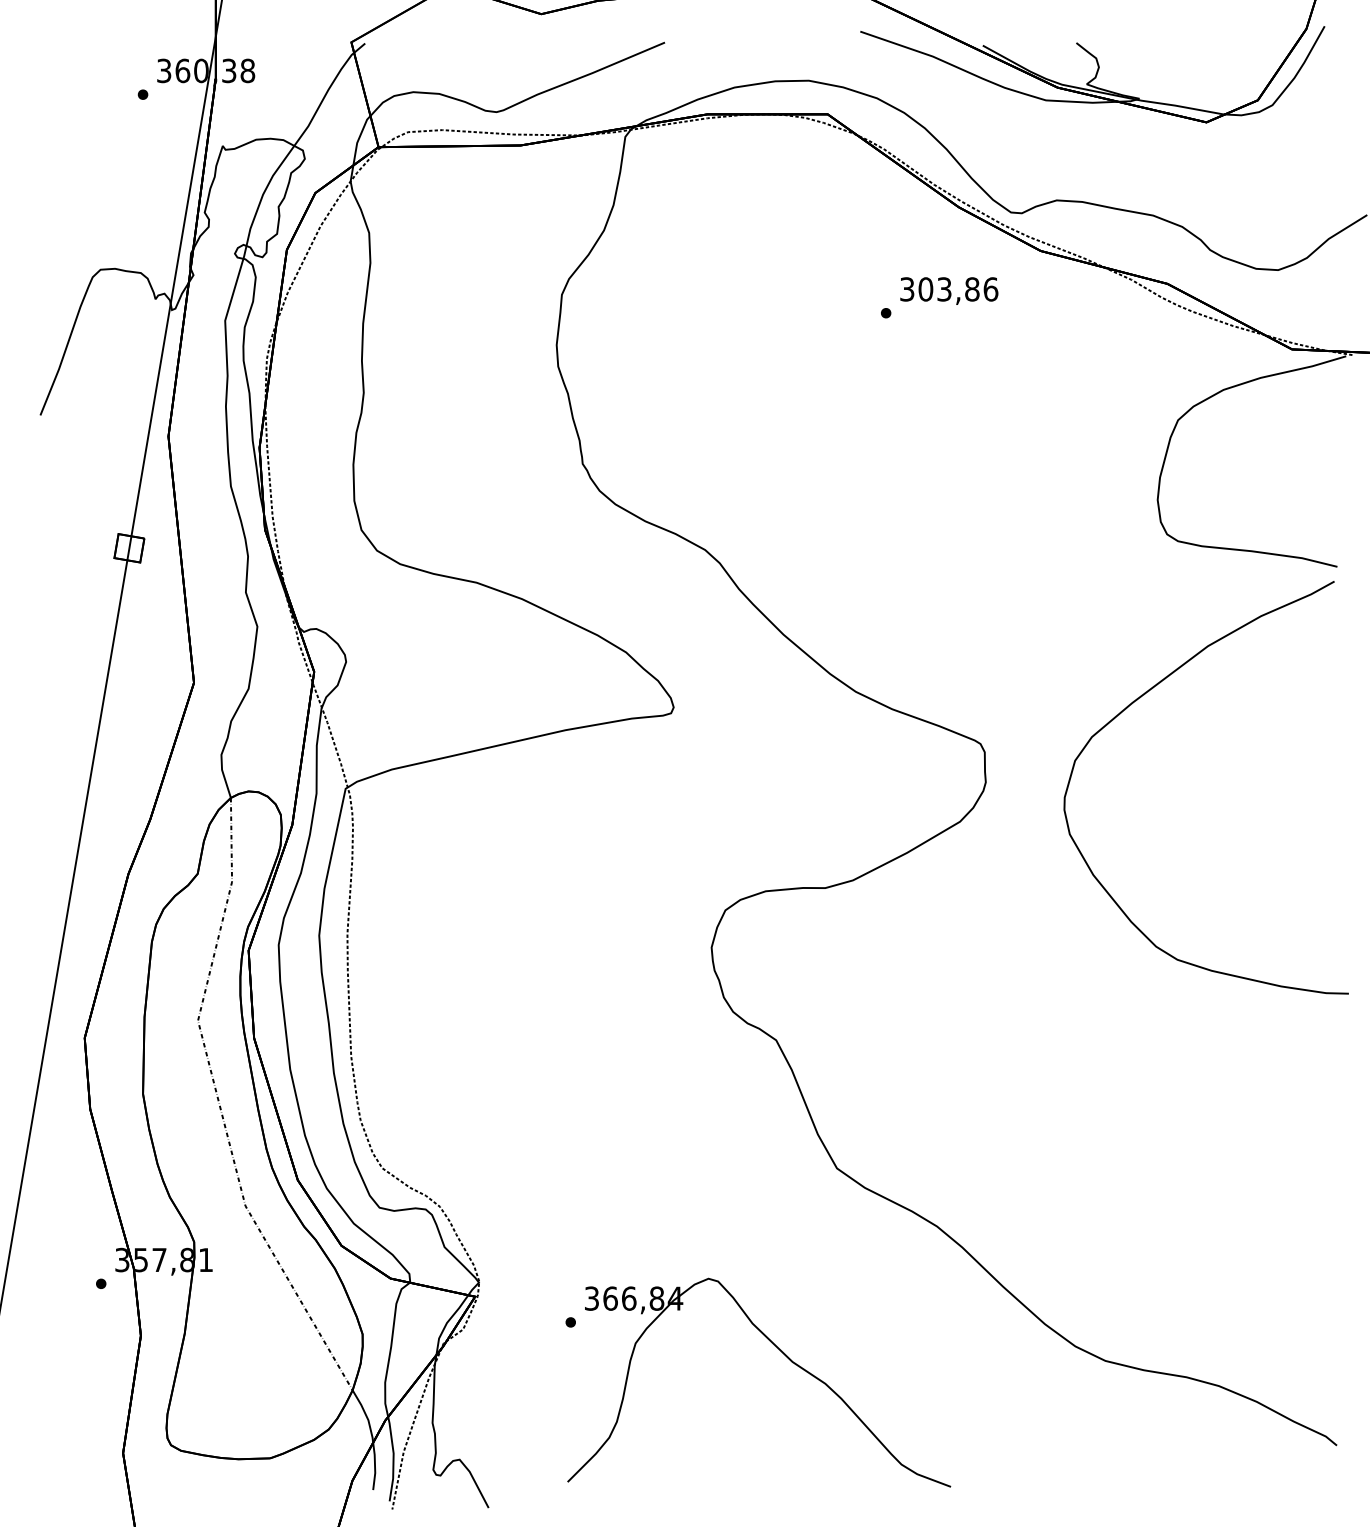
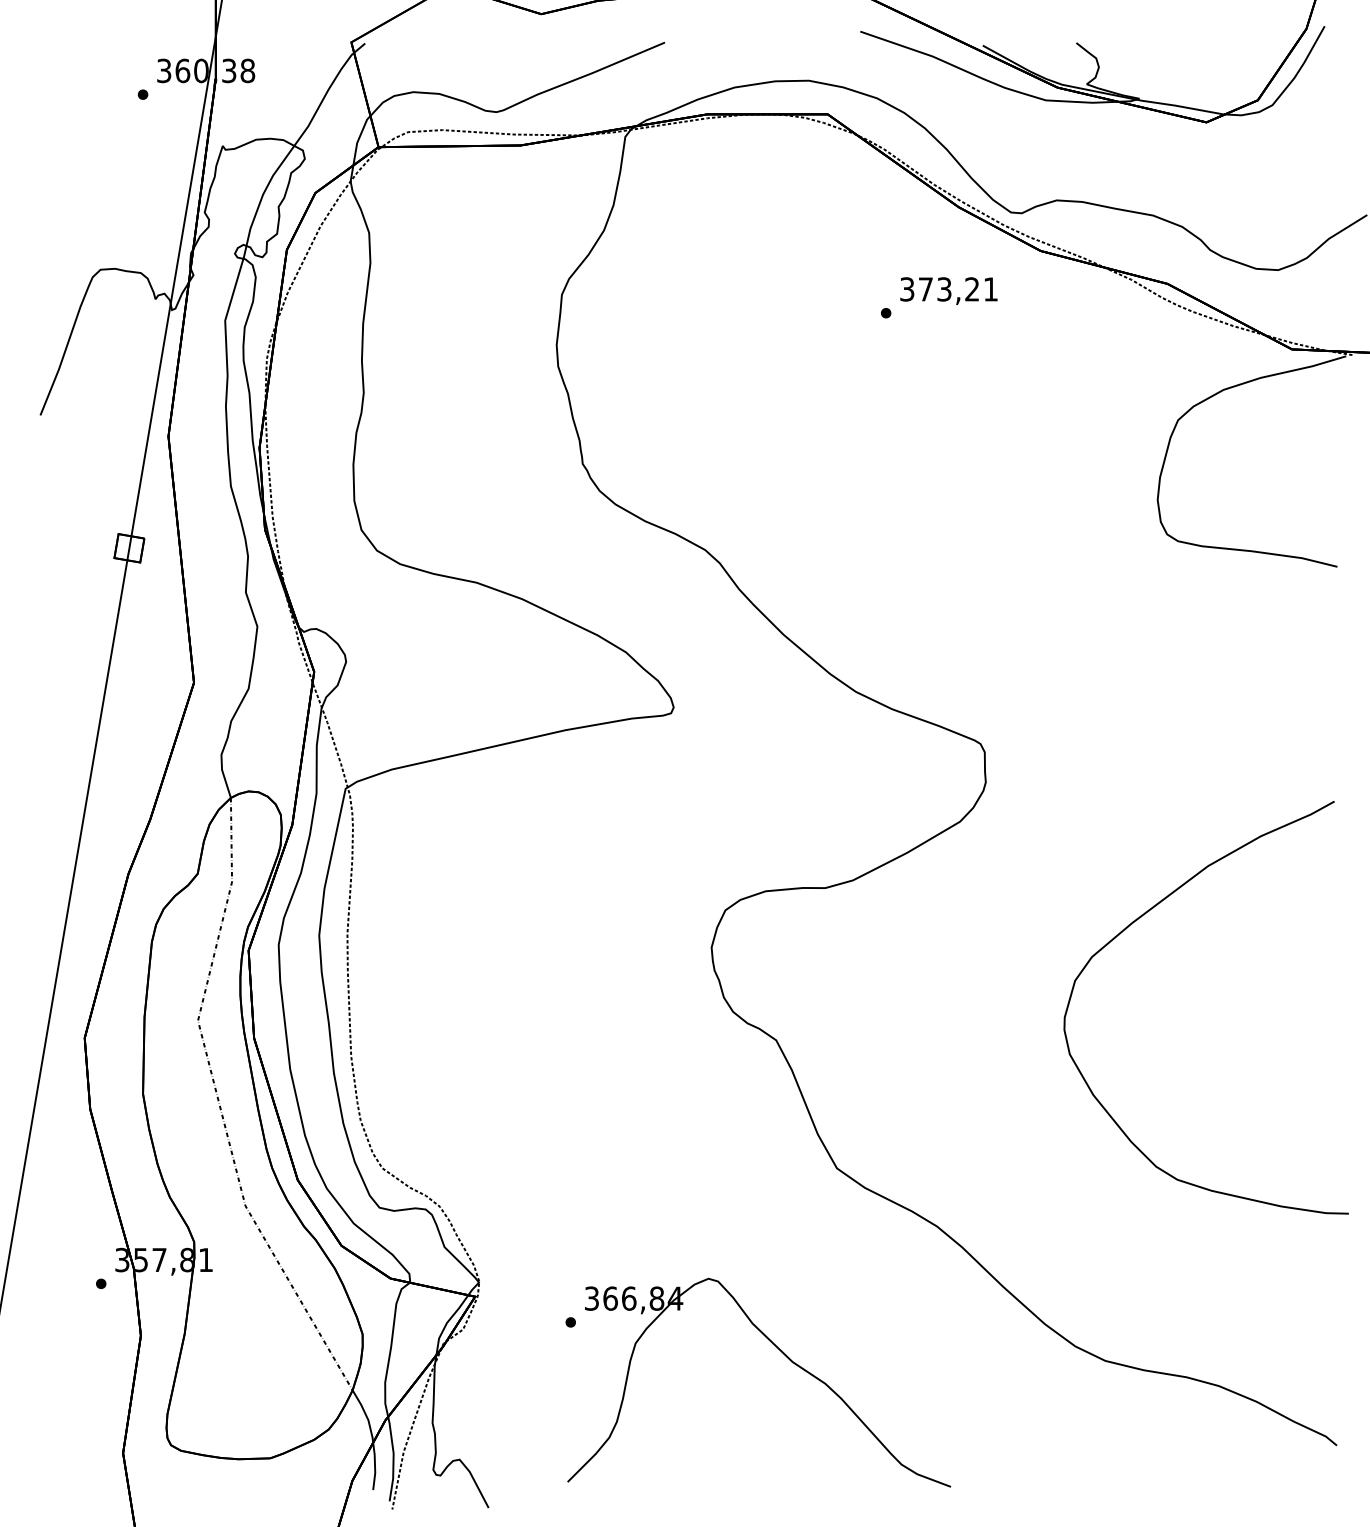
text at (958, 289): 303,86 -> 373,21
curve at (1140, 698) position: (1140, 698) -> (1140, 918)
